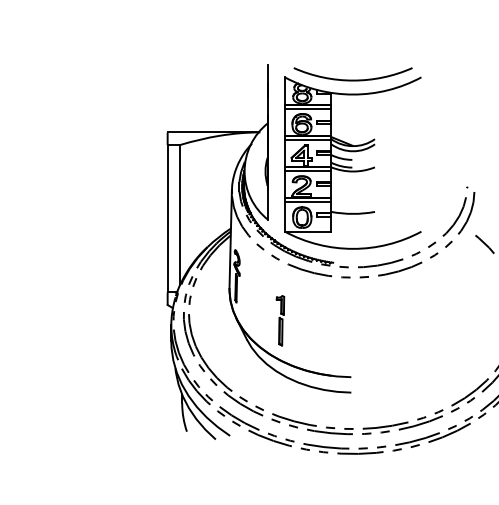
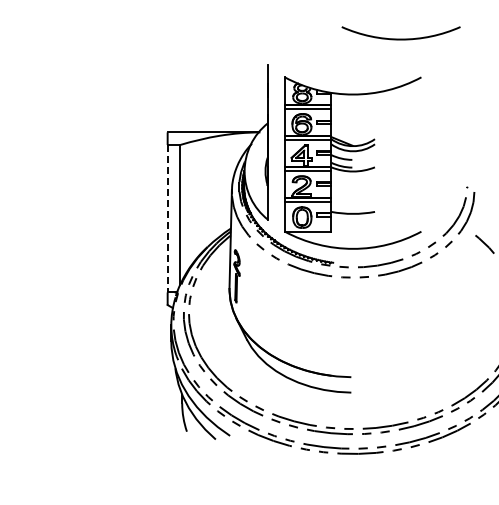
arc at (352, 79) position: (352, 79) -> (400, 38)
line at (167, 218): solid -> dashed
part at (280, 320): present -> none
